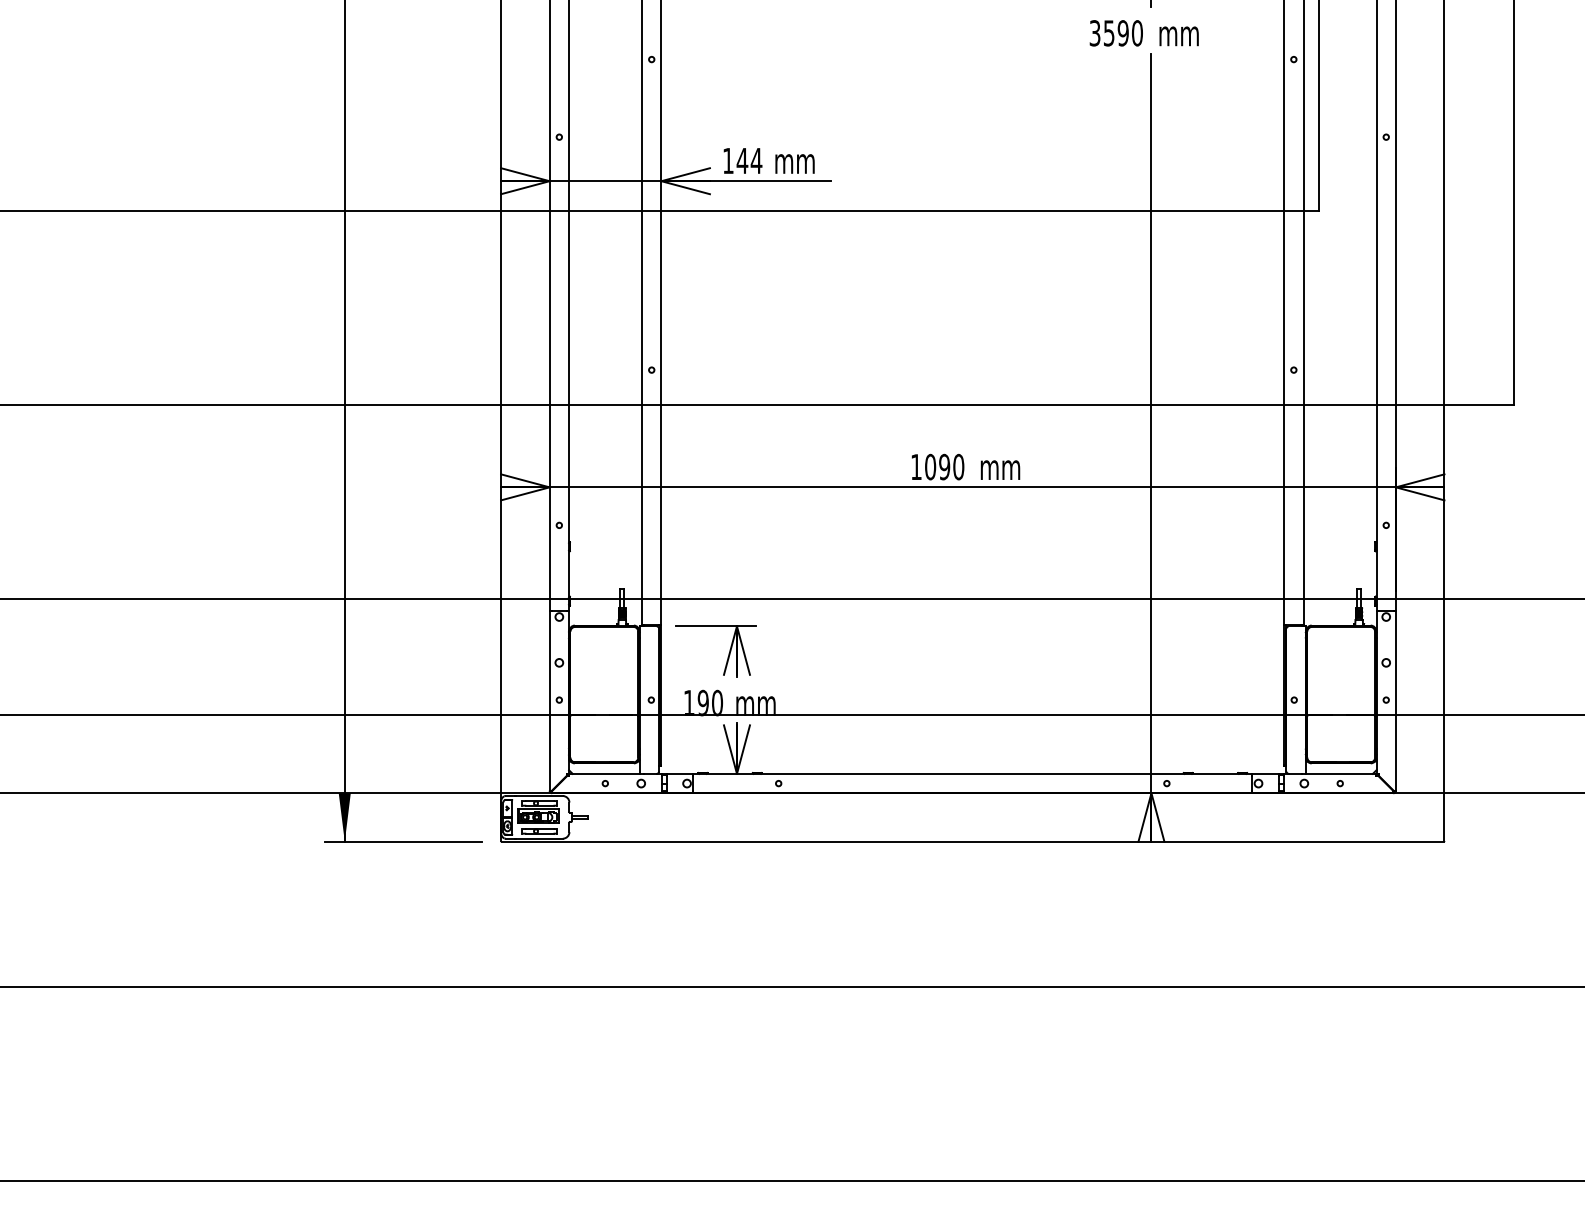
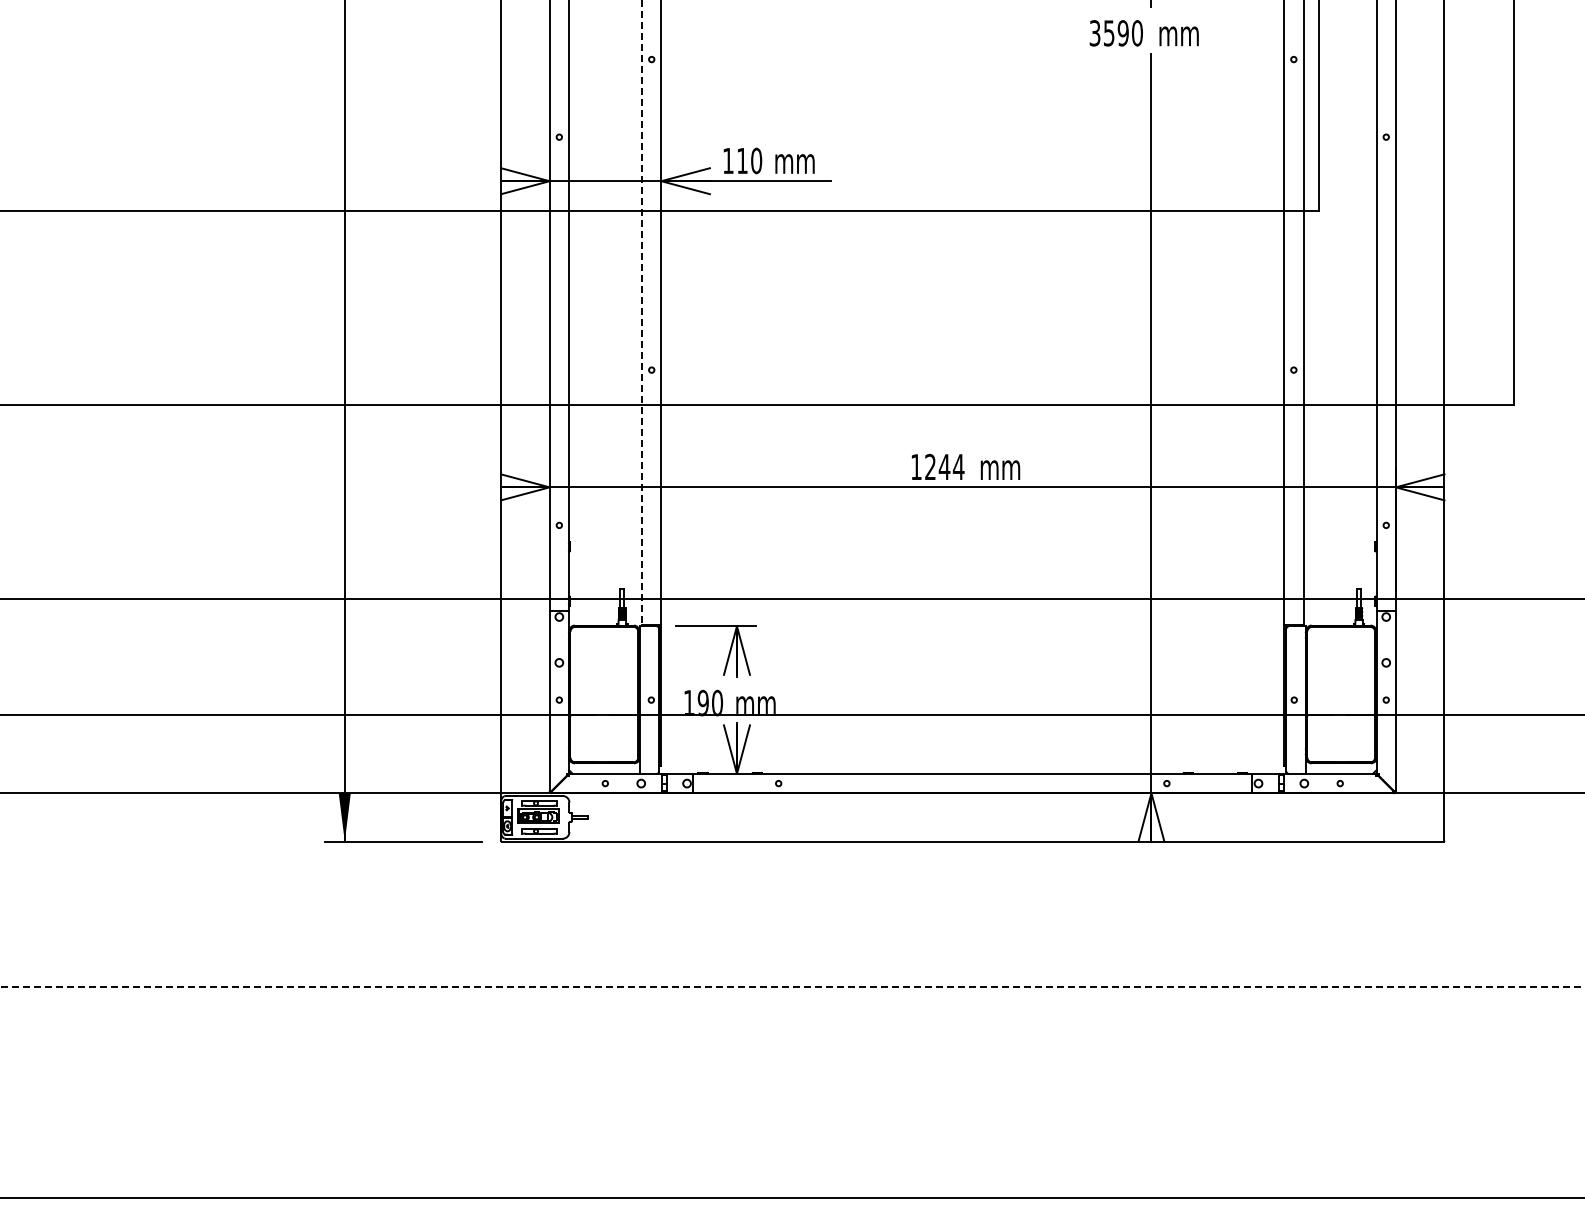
text at (749, 160): 144 -> 110
line at (642, 312): solid -> dashed
text at (944, 466): 1090 -> 1244
line at (792, 987): solid -> dashed
line at (791, 1181) position: (791, 1181) -> (791, 1198)
